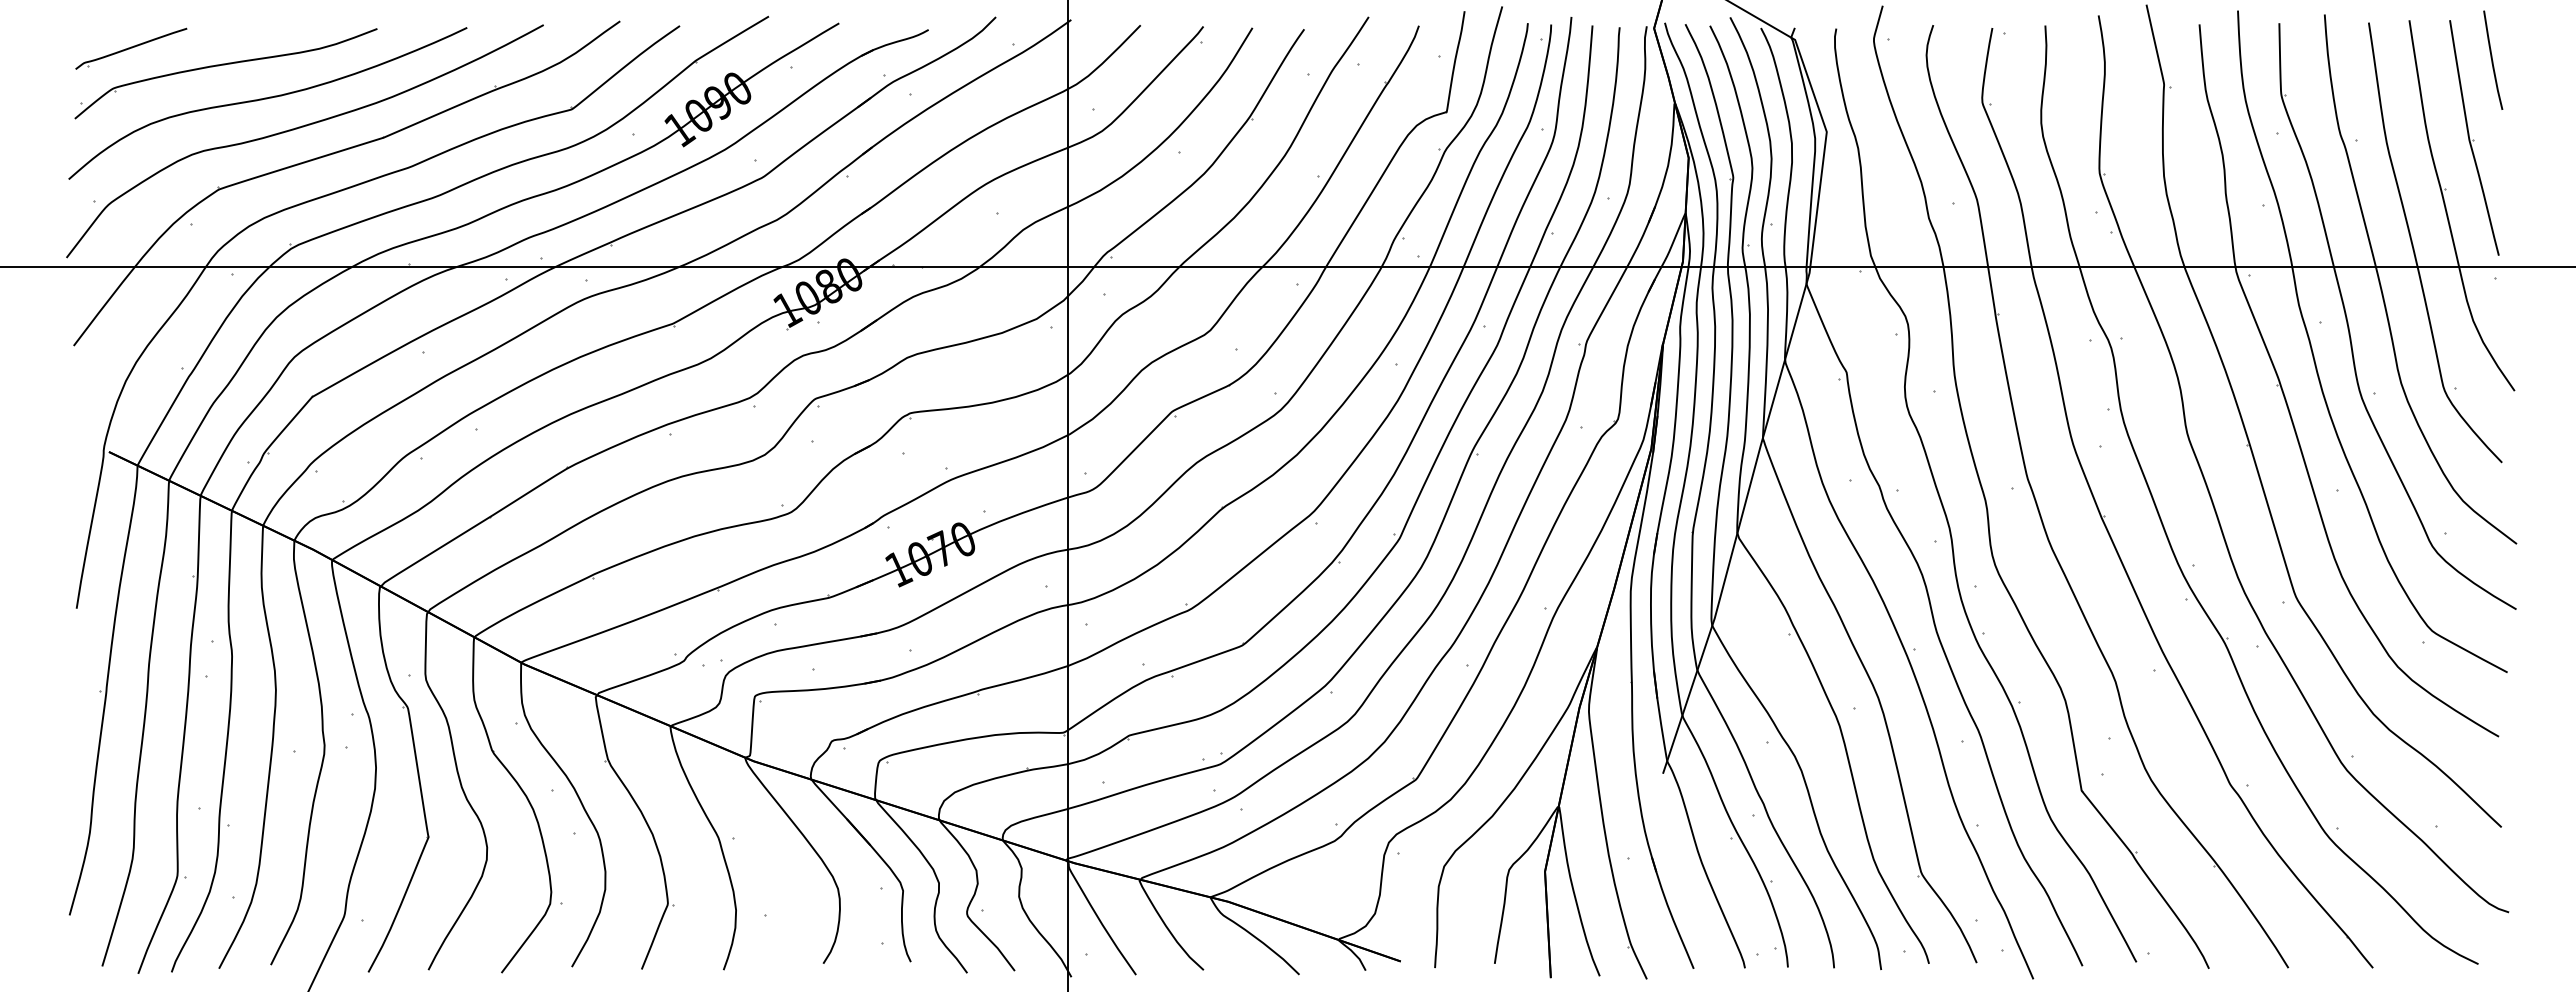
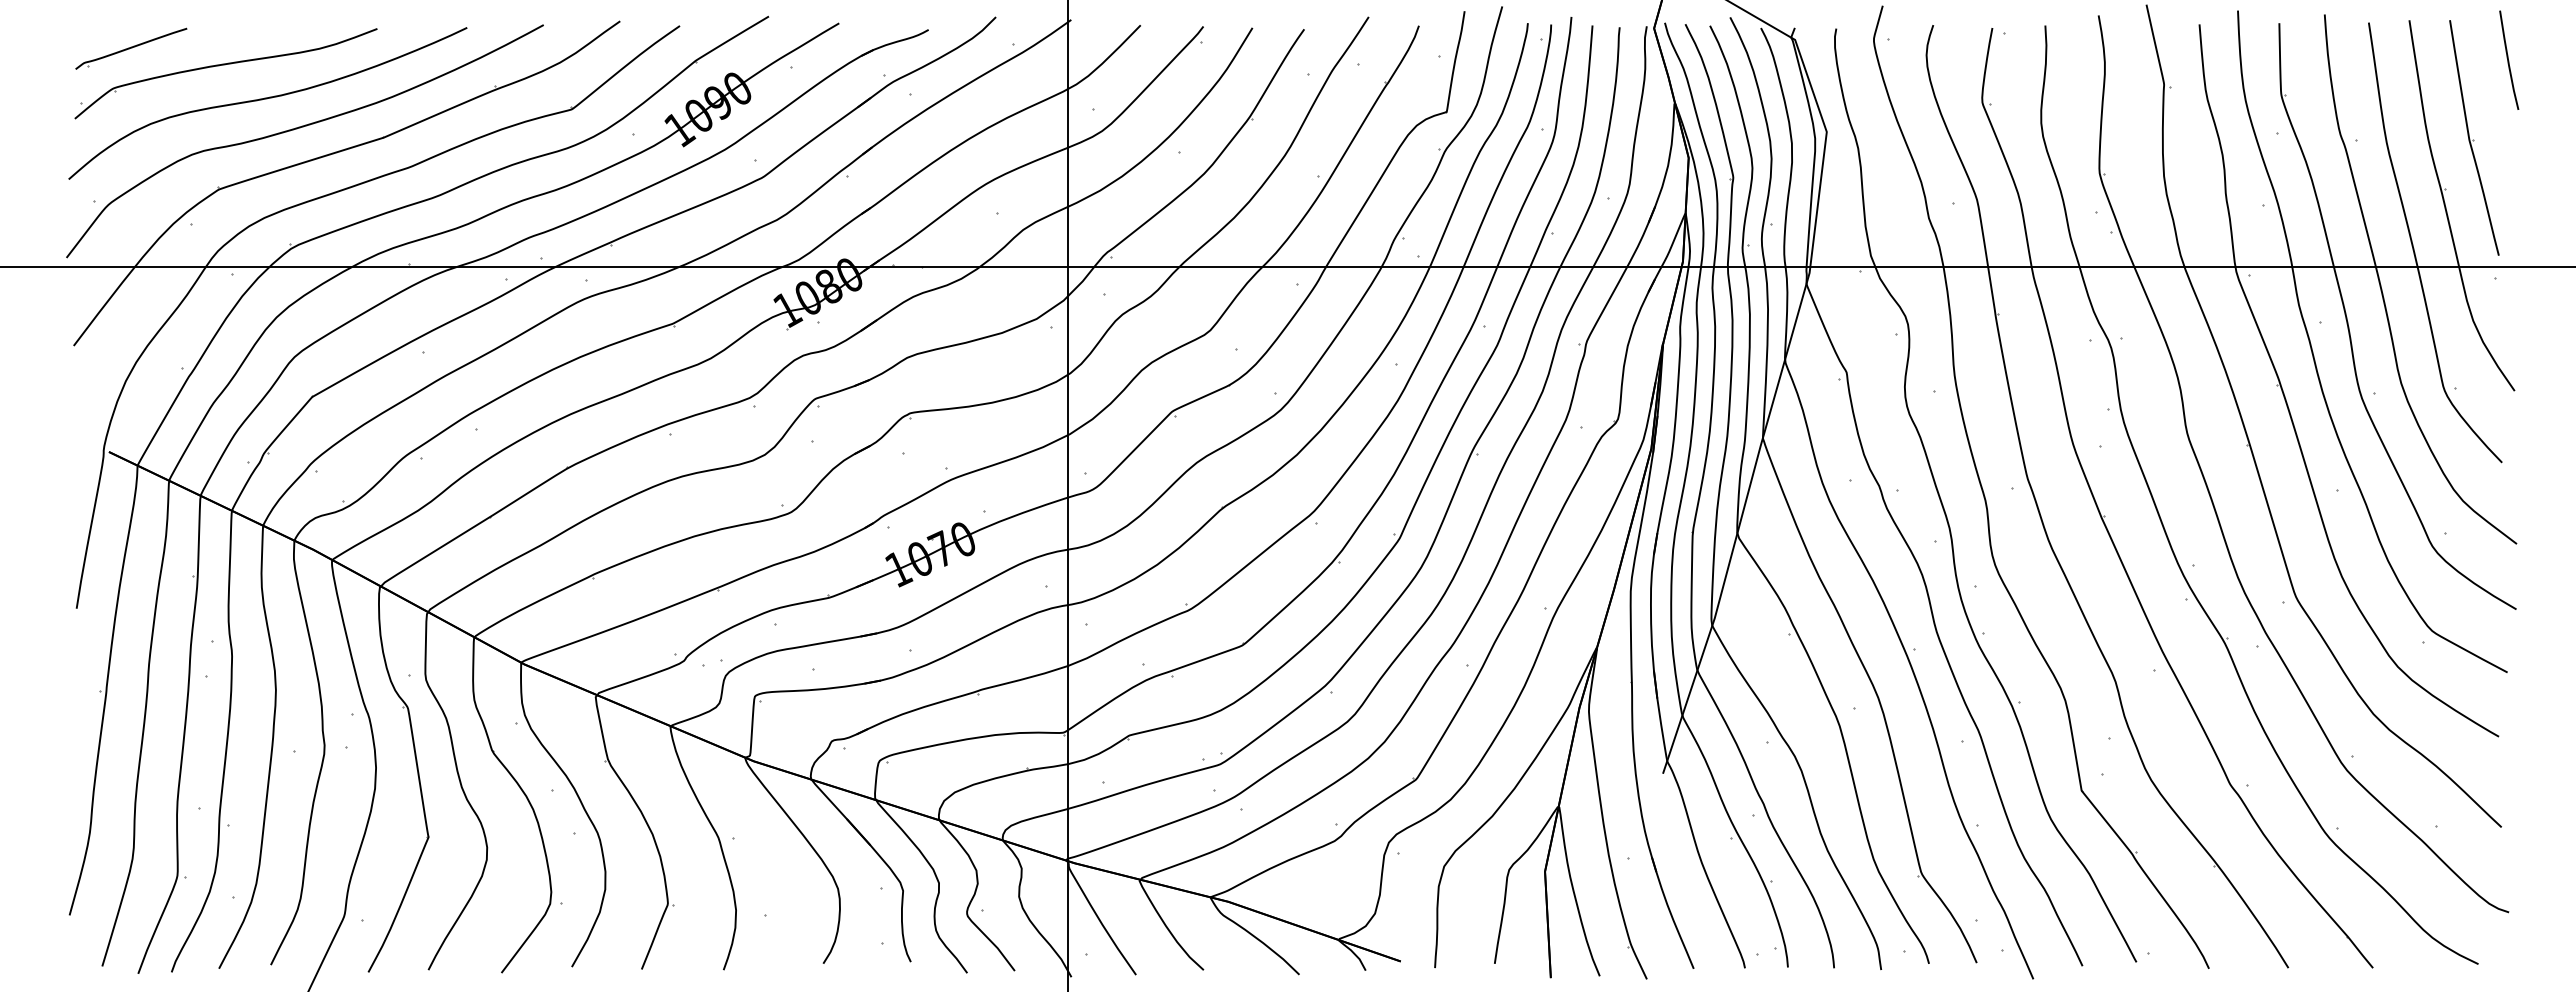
line at (2492, 59) position: (2492, 59) -> (2508, 59)
